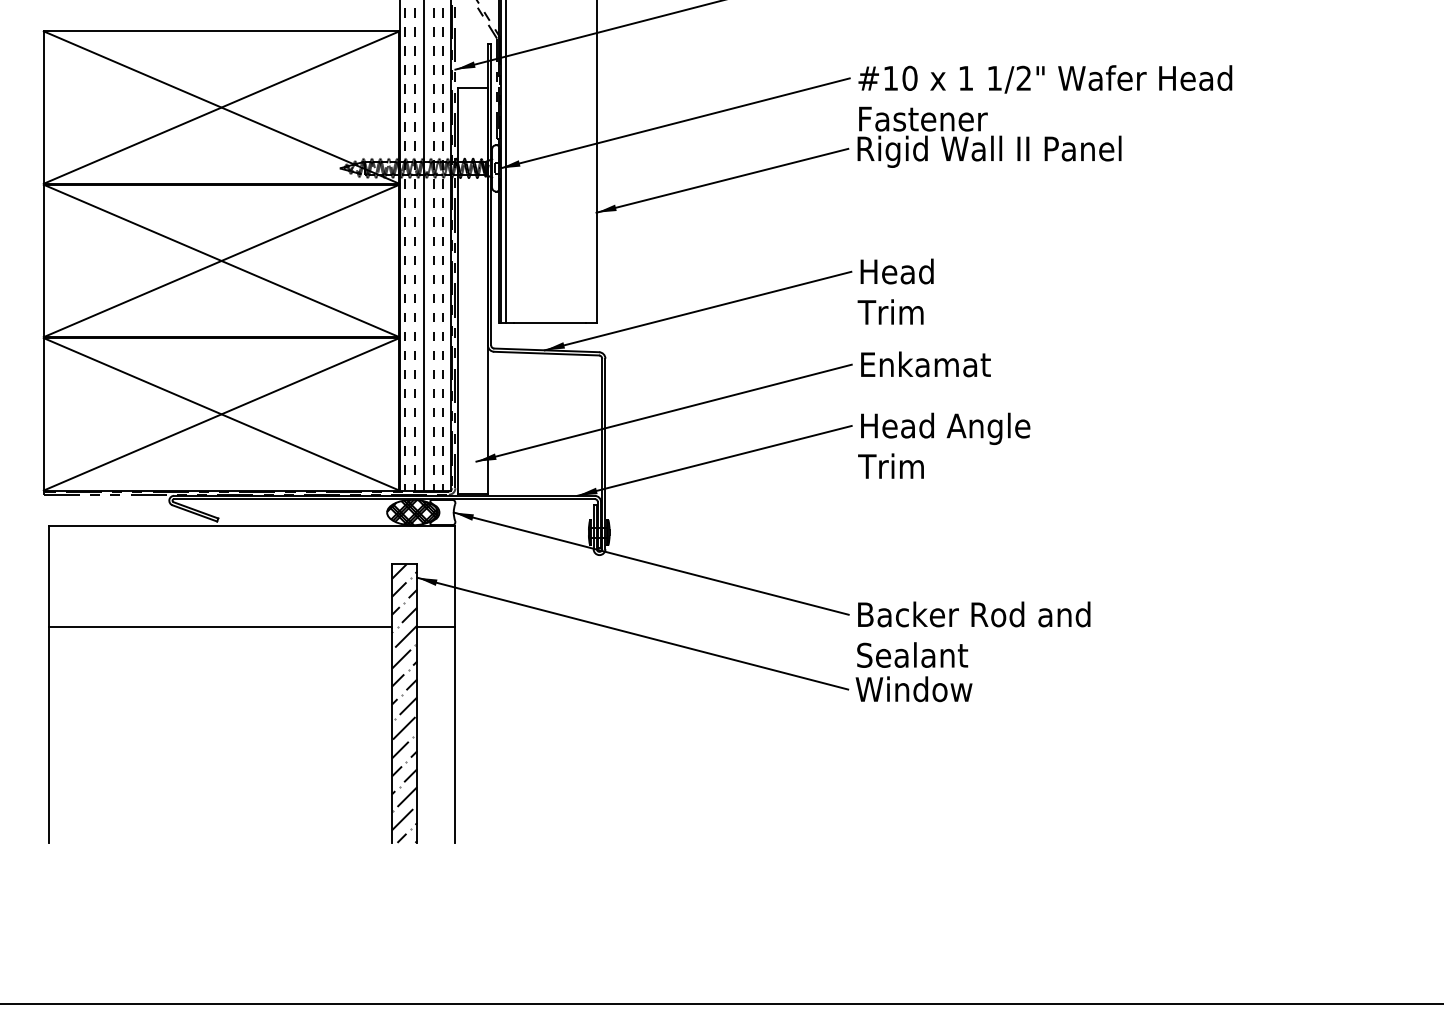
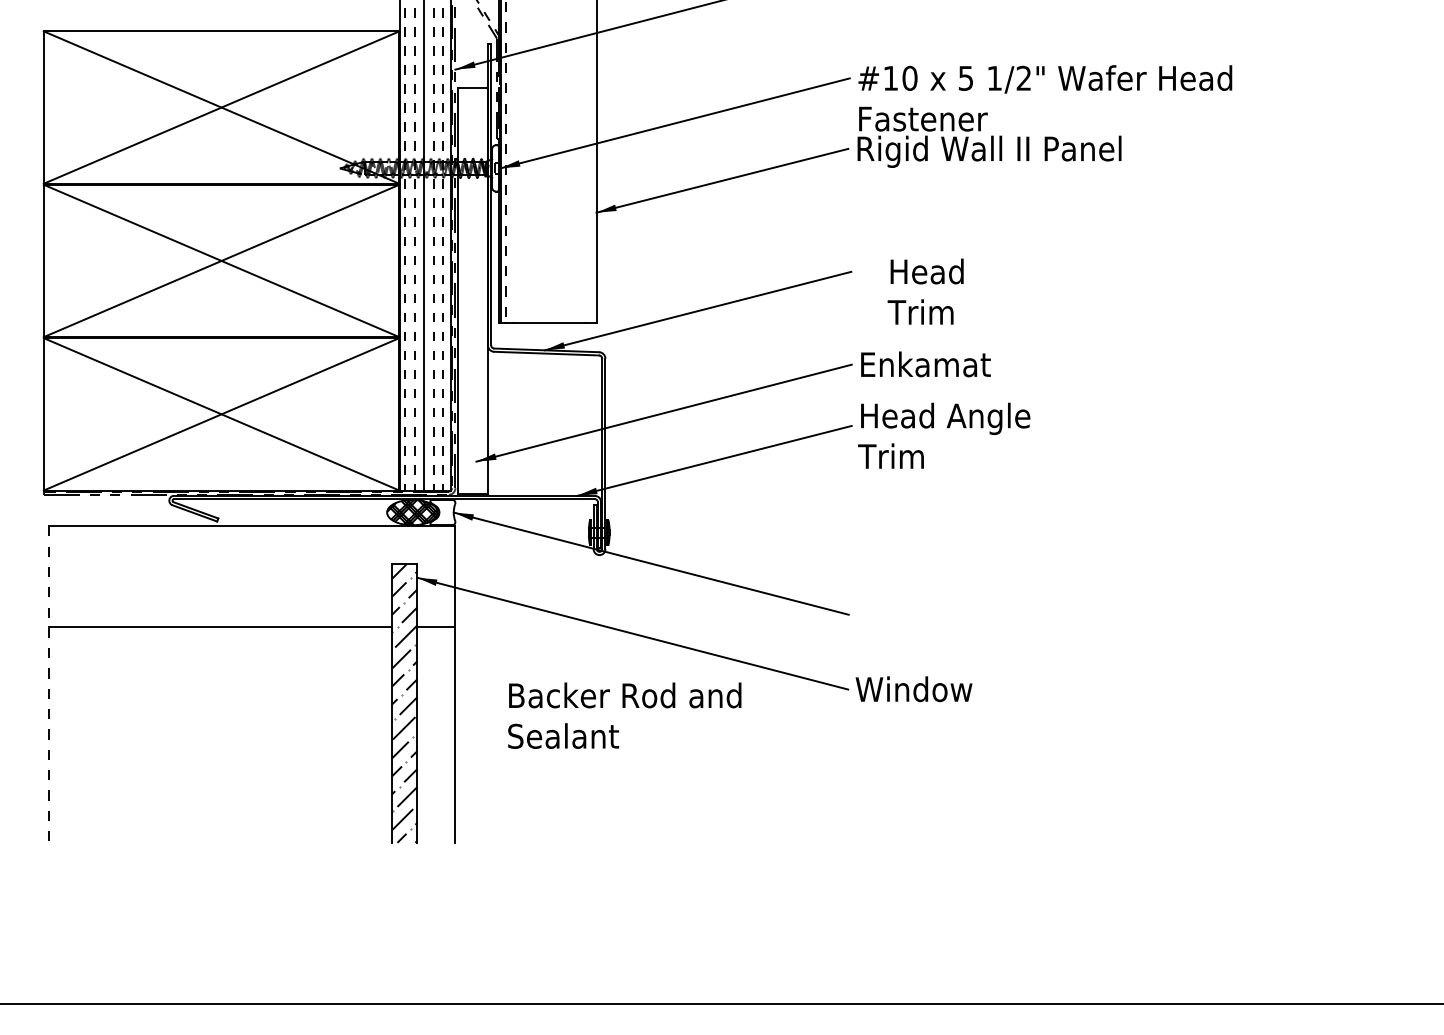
text at (965, 78): 1 -> 5
line at (506, 162): solid -> dashed
text at (895, 291) position: (895, 291) -> (925, 291)
text at (944, 445) position: (944, 445) -> (944, 435)
text at (973, 634) position: (973, 634) -> (624, 715)
line at (49, 685): solid -> dashed
